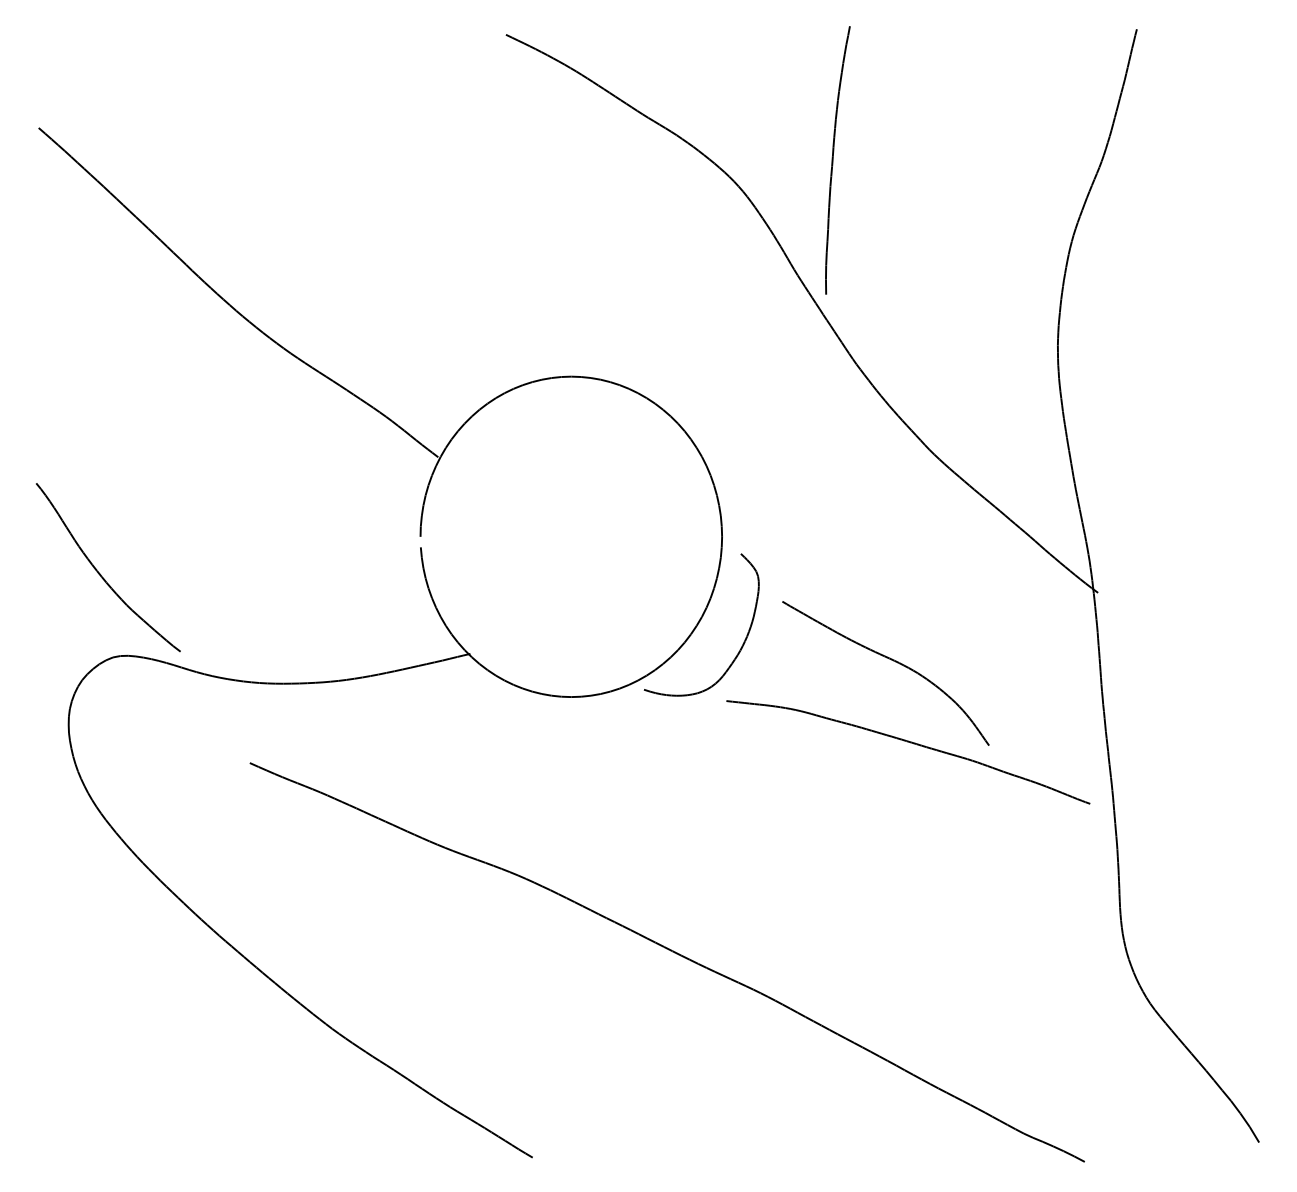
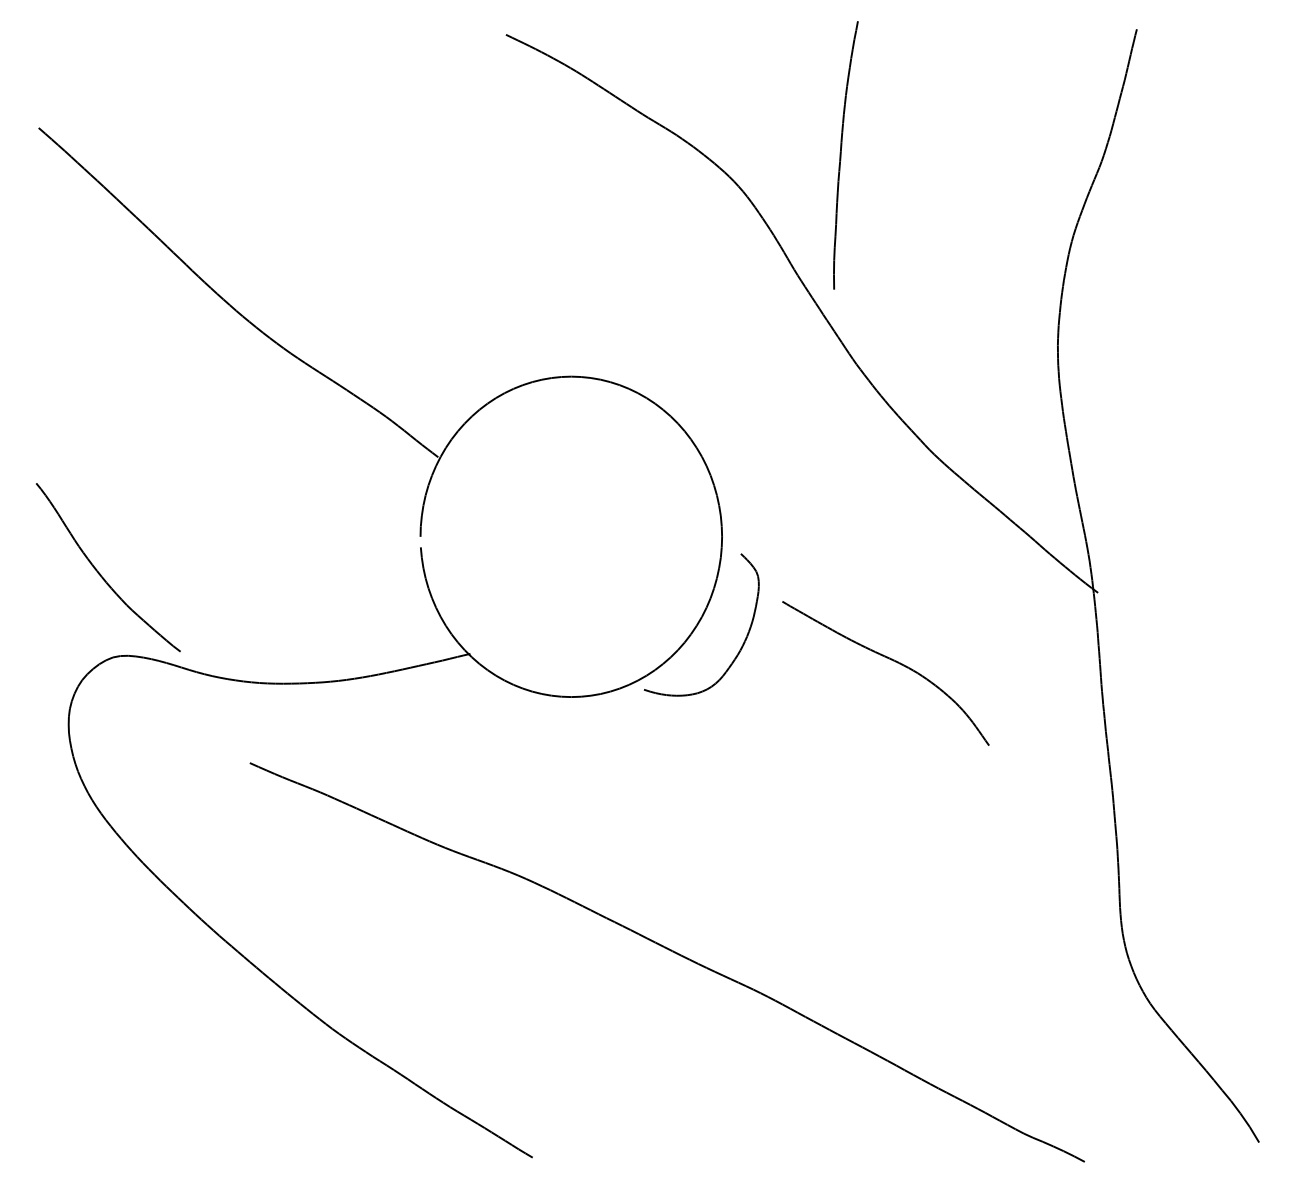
part at (837, 160) position: (837, 160) -> (845, 155)
part at (910, 743): present -> none
